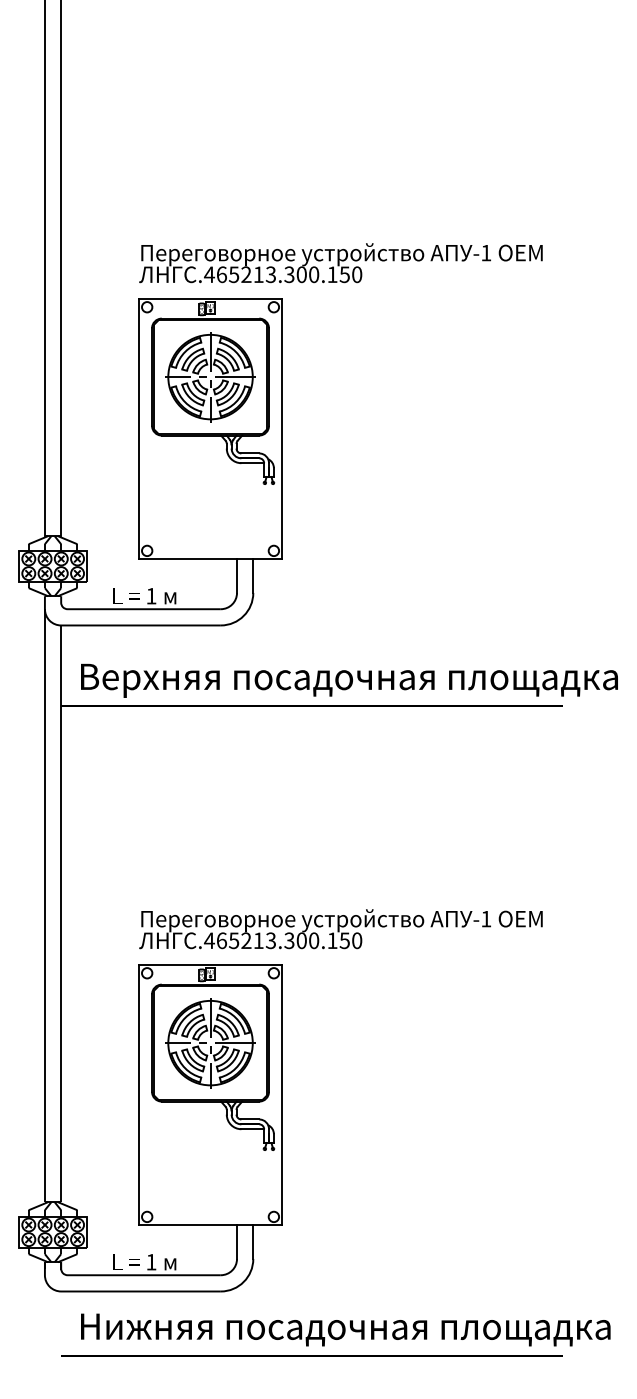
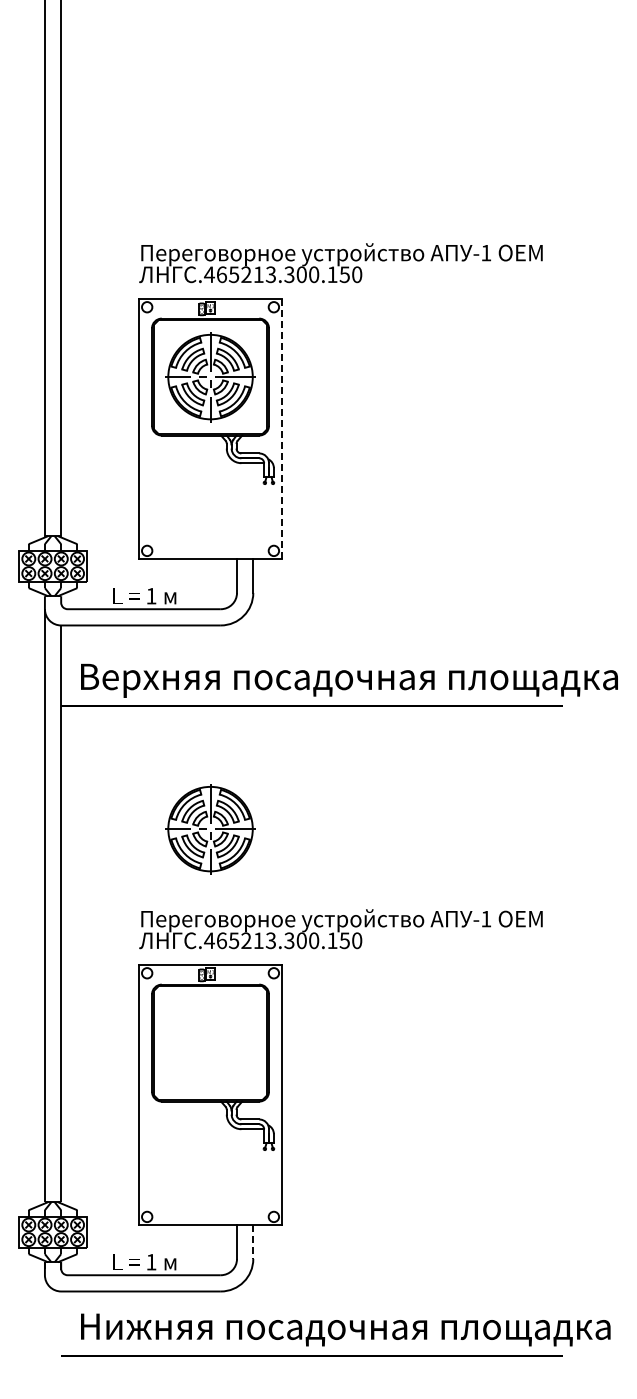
line at (282, 429): solid -> dashed
part at (210, 1043) position: (210, 1043) -> (210, 829)
line at (253, 1242): solid -> dashed
